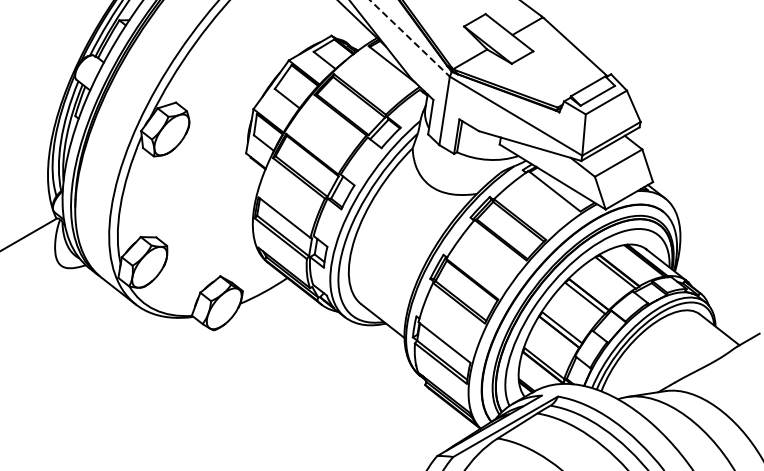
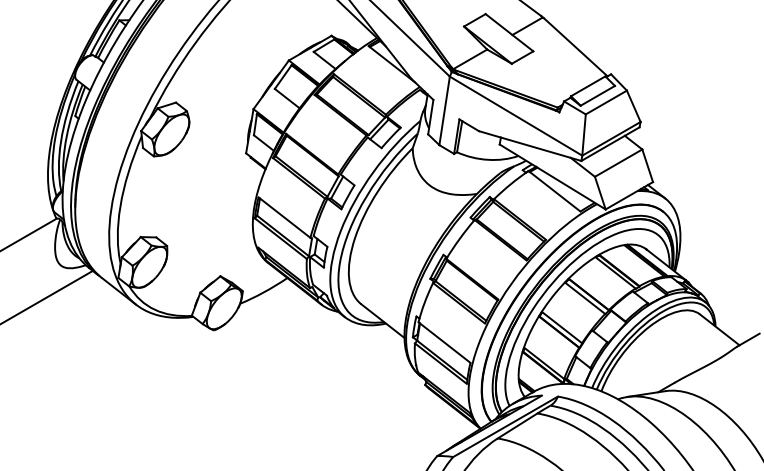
line at (410, 38): dashed -> solid
line at (47, 296): none -> present
